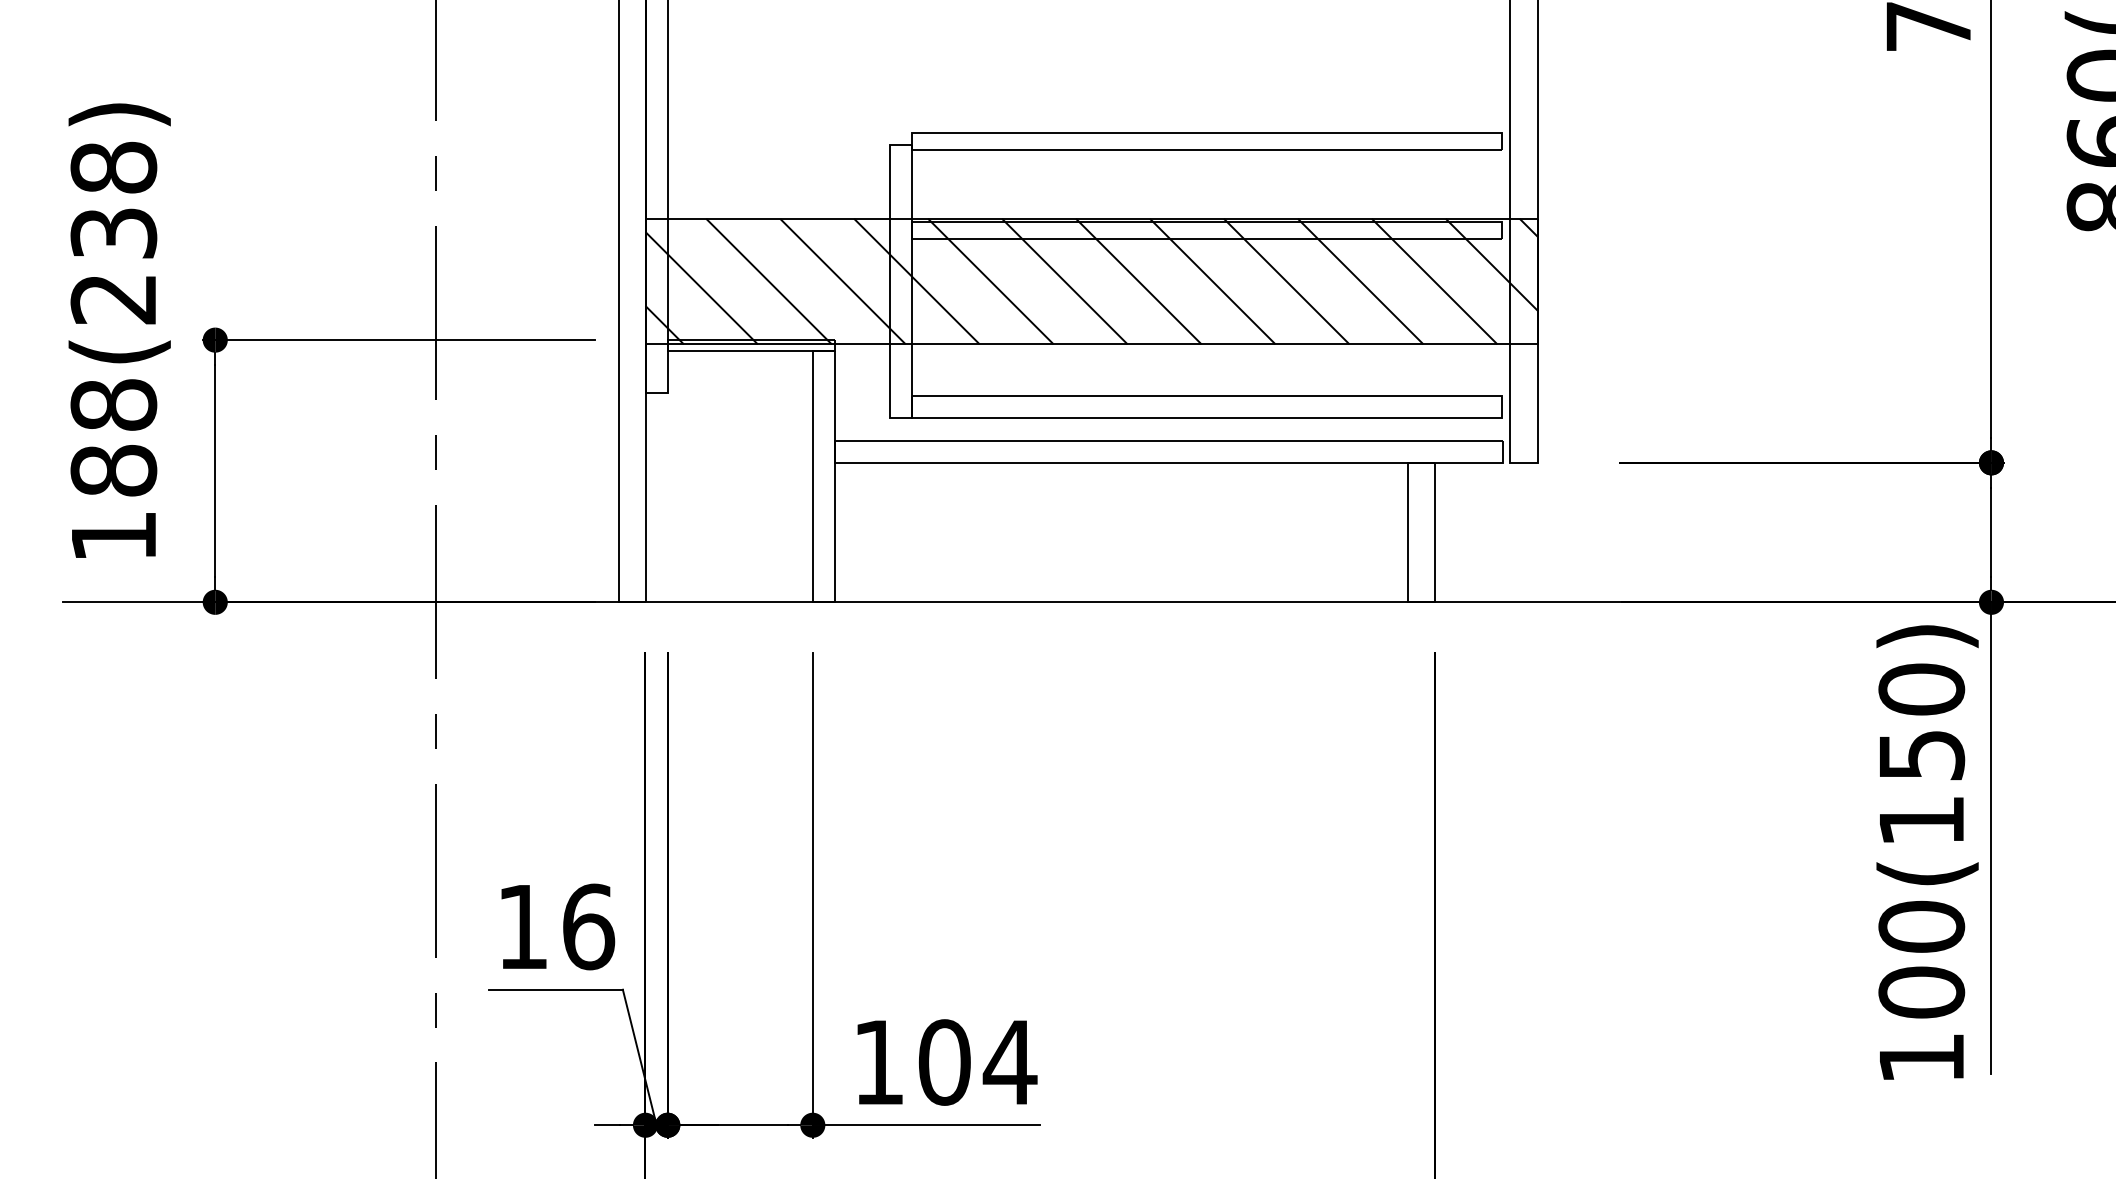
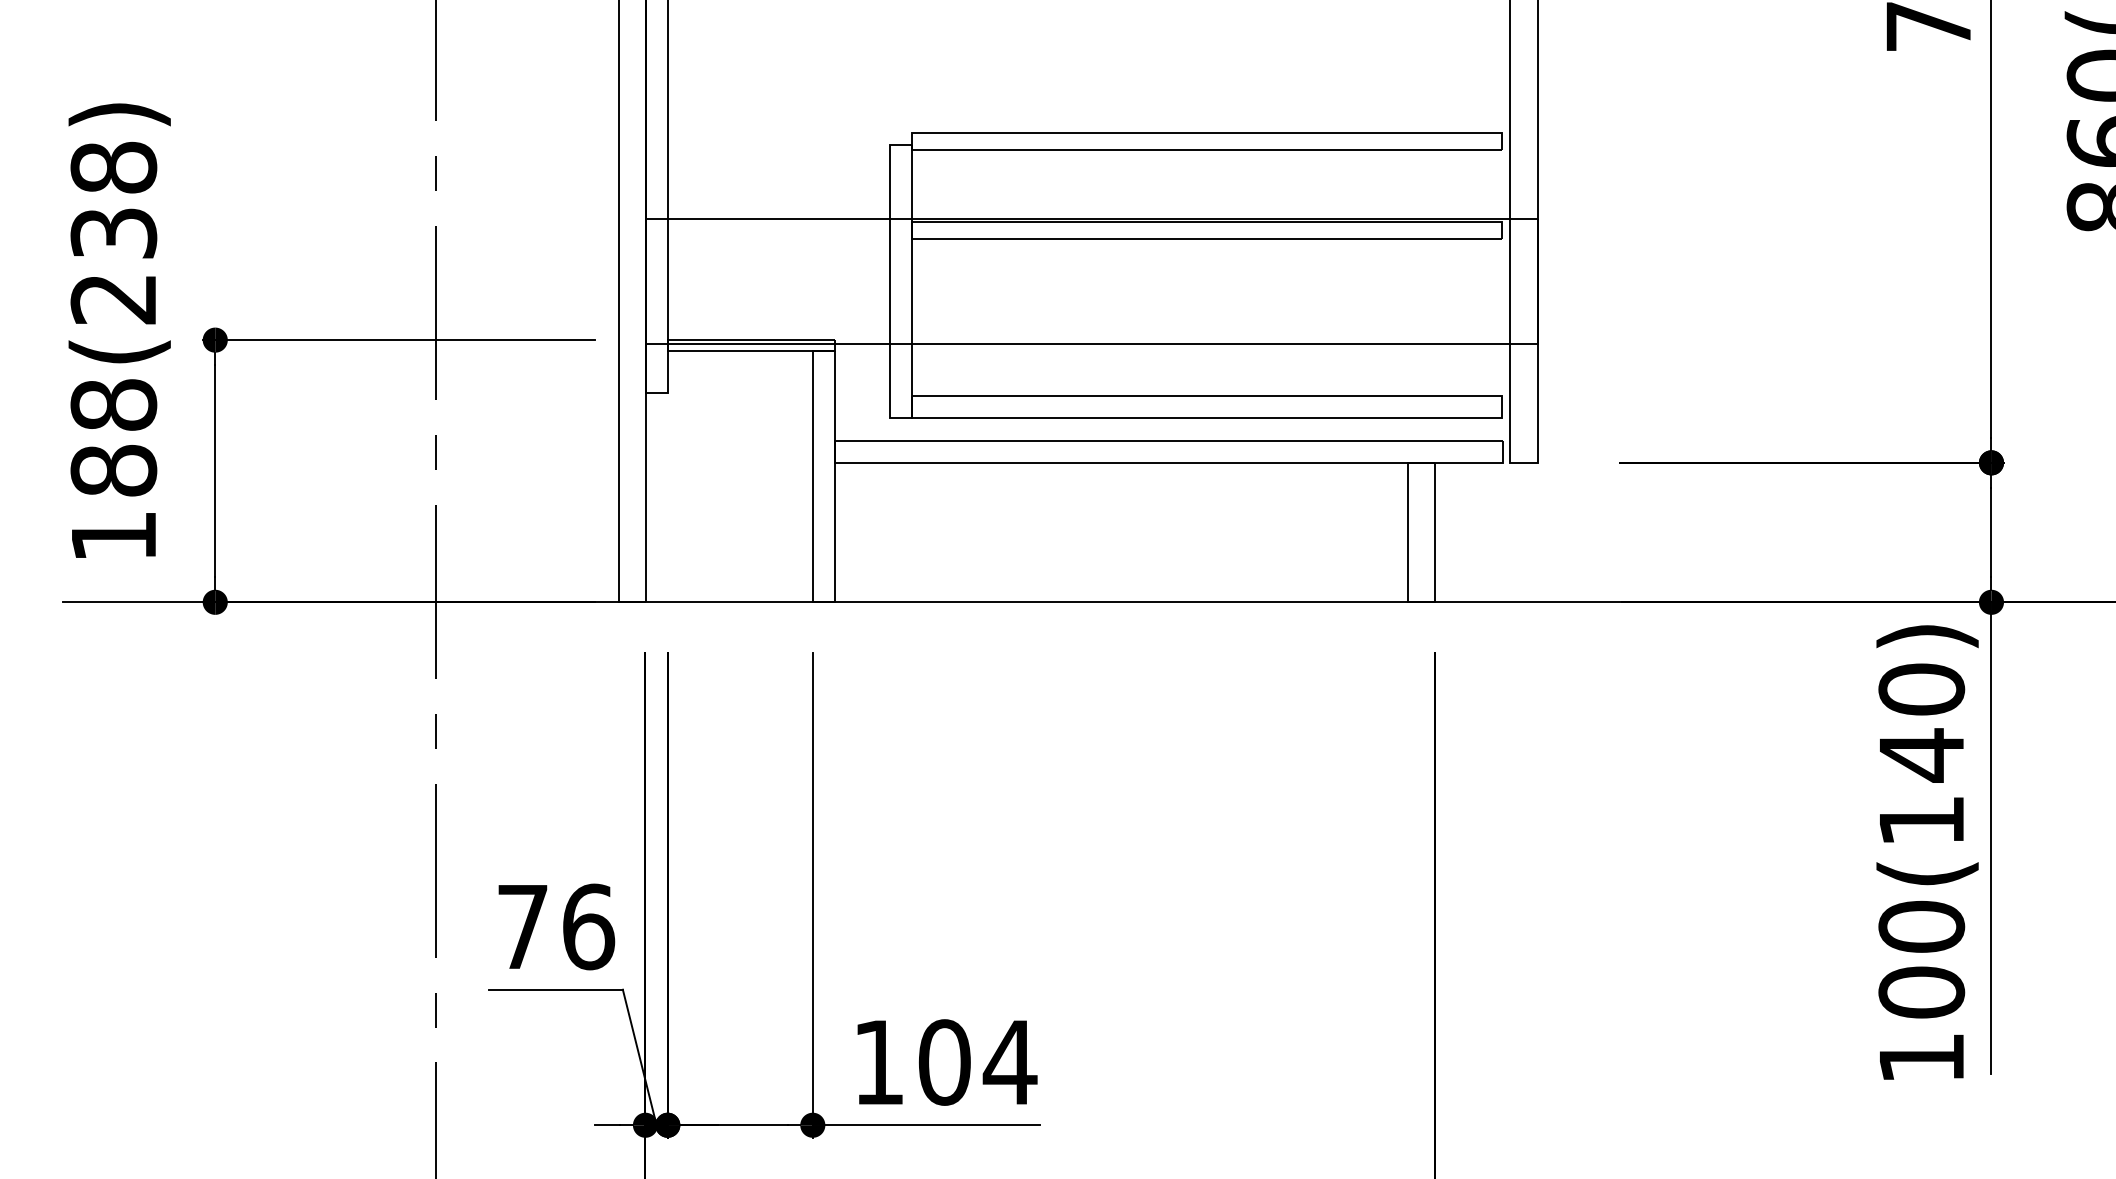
hatch at (1091, 281): present -> none
text at (1922, 755): 100(150) -> 100(140)
text at (522, 926): 16 -> 76
